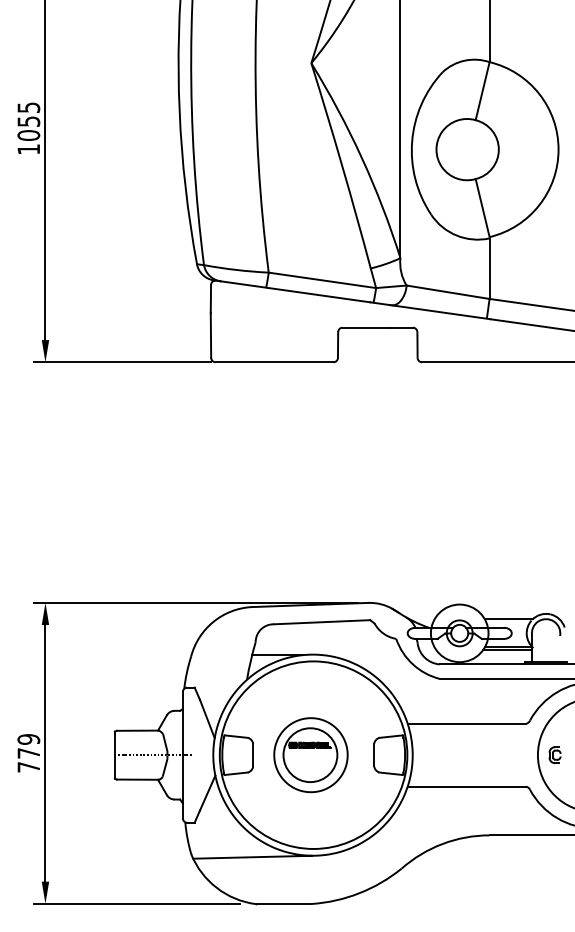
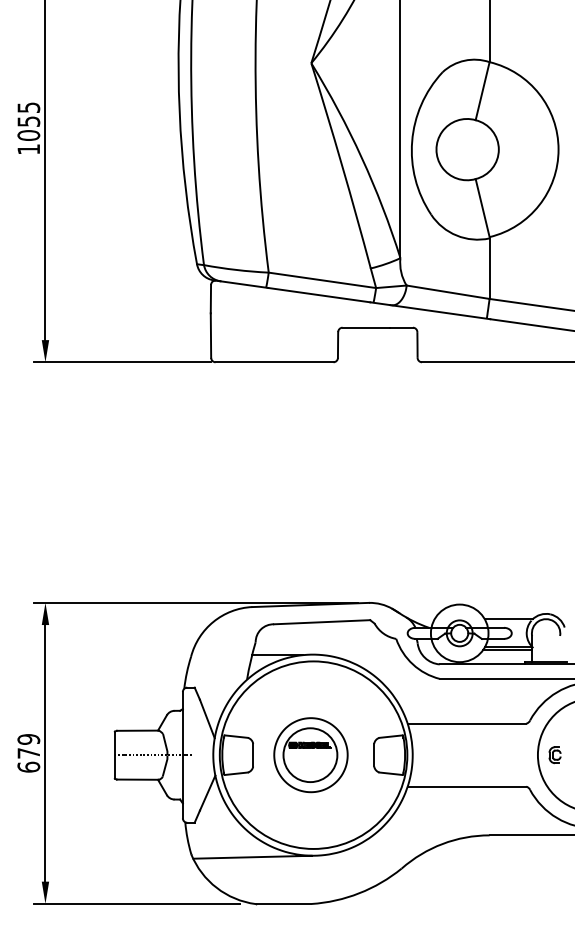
text at (28, 766): 779 -> 679
